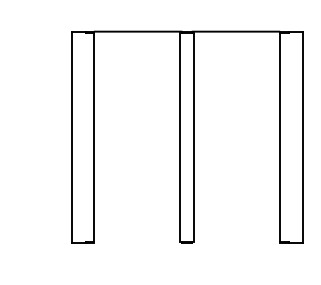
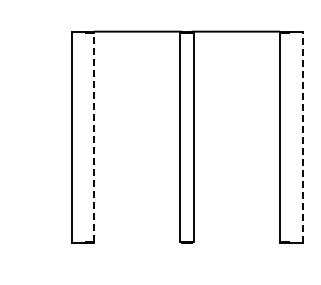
line at (93, 137): solid -> dashed
line at (302, 137): solid -> dashed
